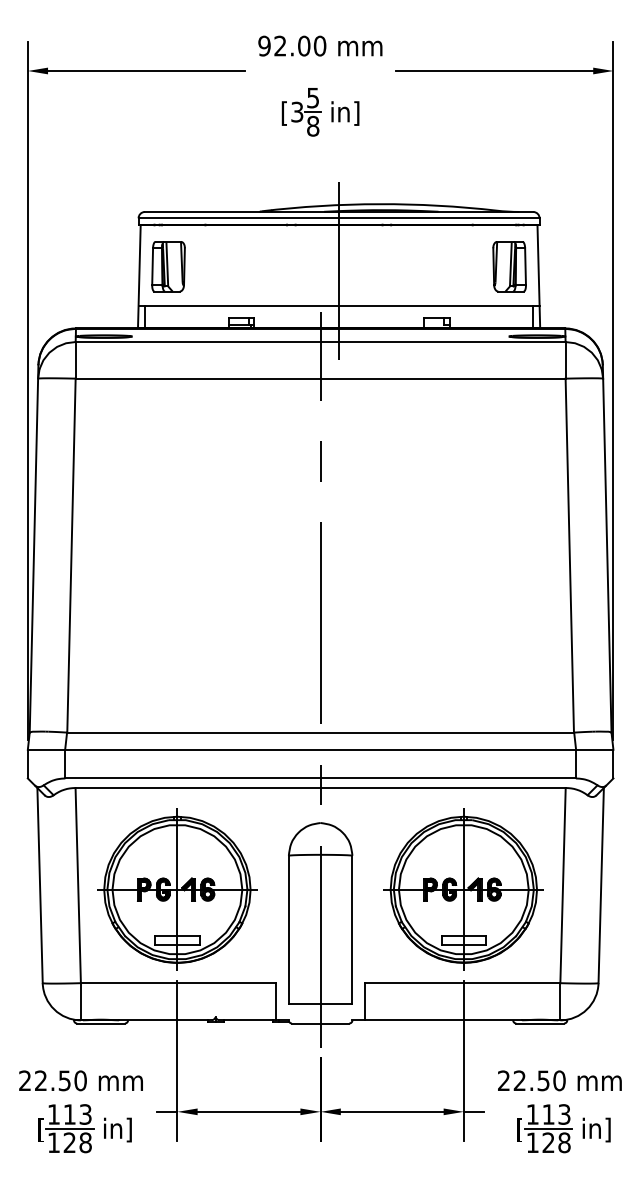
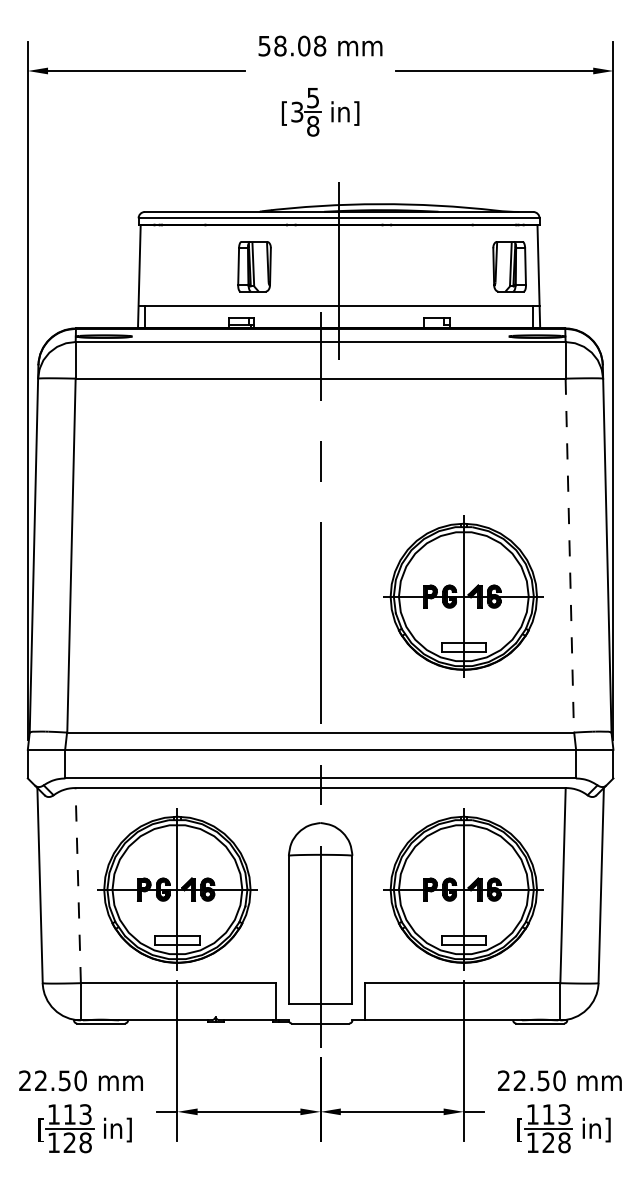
text at (292, 45): 92.00 -> 58.08
part at (168, 266) position: (168, 266) -> (254, 266)
line at (569, 556): solid -> dashed
part at (463, 596): none -> present
line at (78, 885): solid -> dashed
